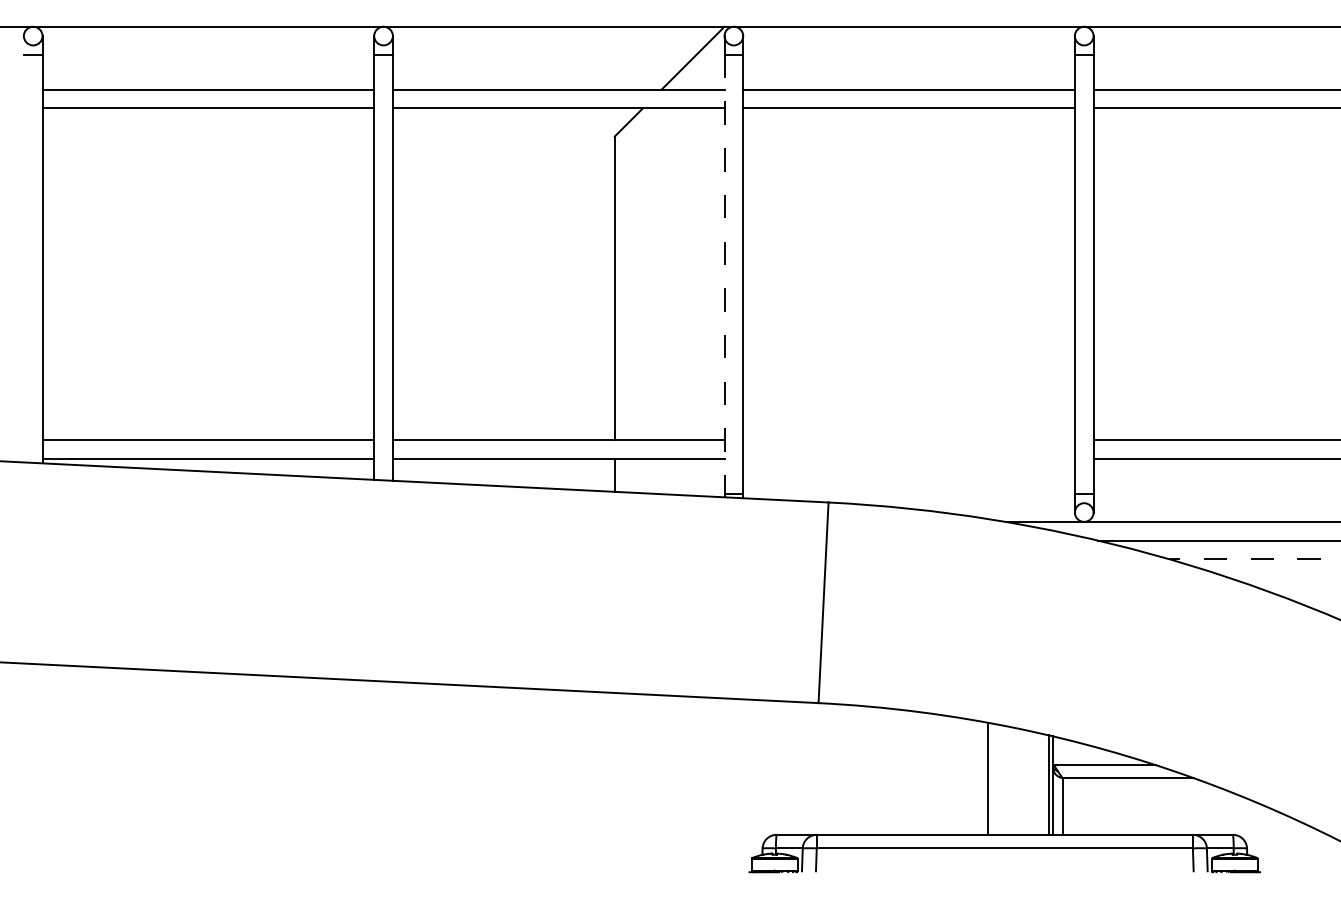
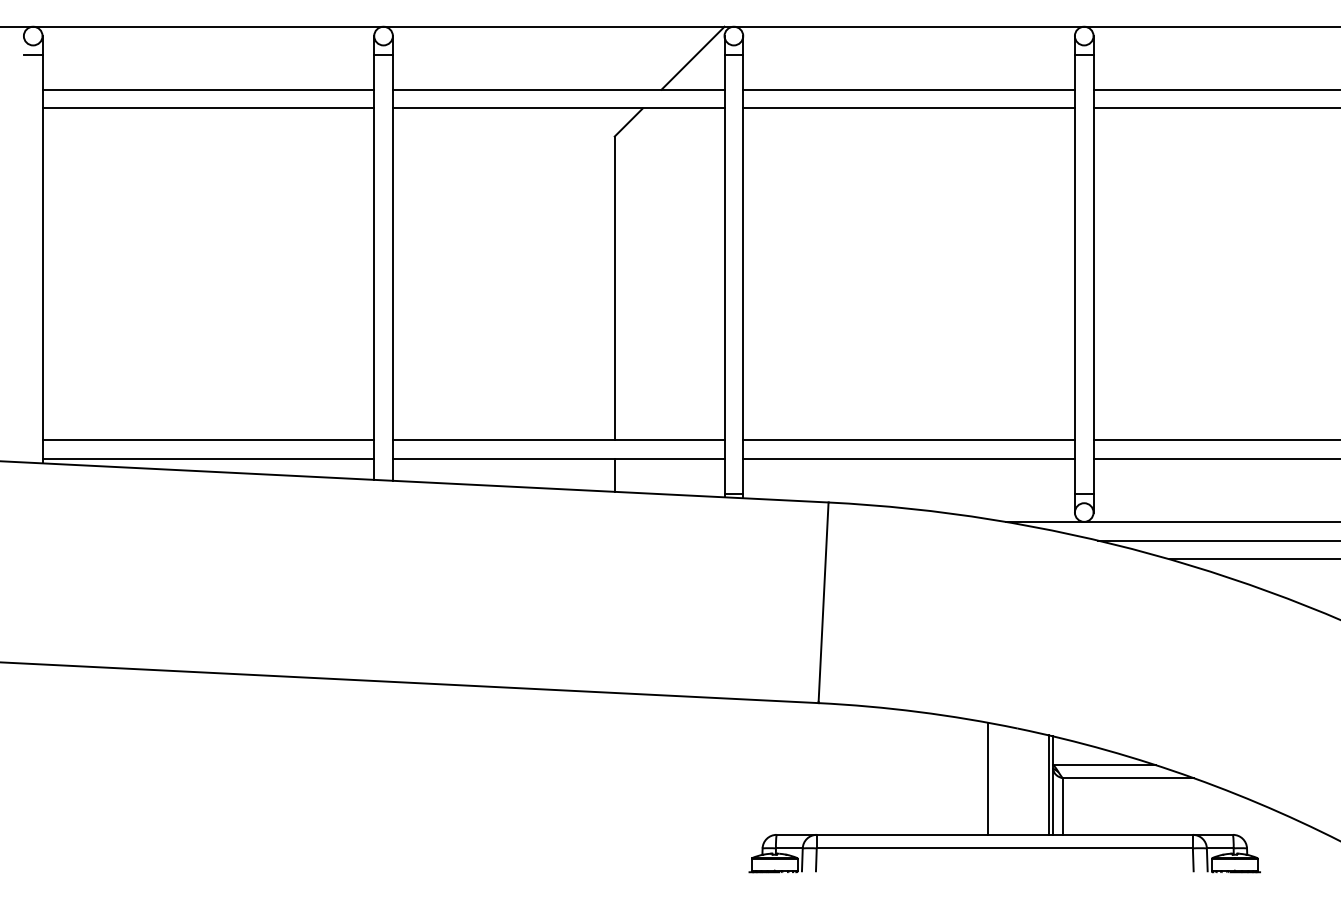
line at (724, 274): dashed -> solid
line at (908, 440): none -> present
line at (908, 458): none -> present
line at (1254, 559): dashed -> solid
